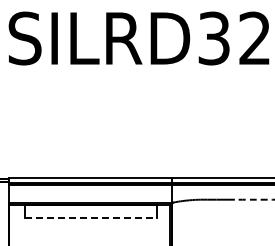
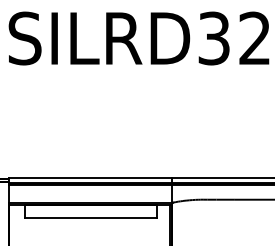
arc at (255, 199): dashed -> solid
line at (91, 217): dashed -> solid
